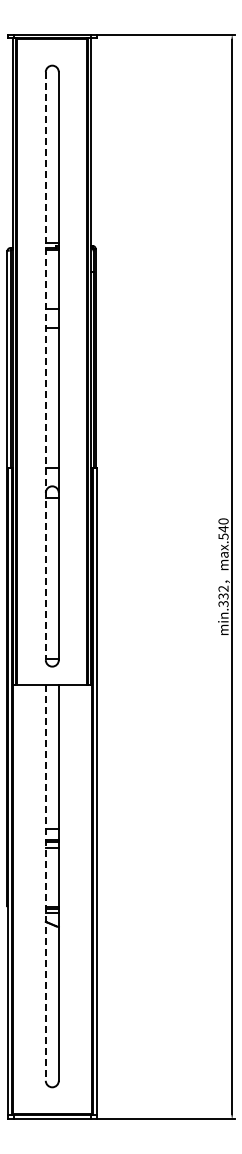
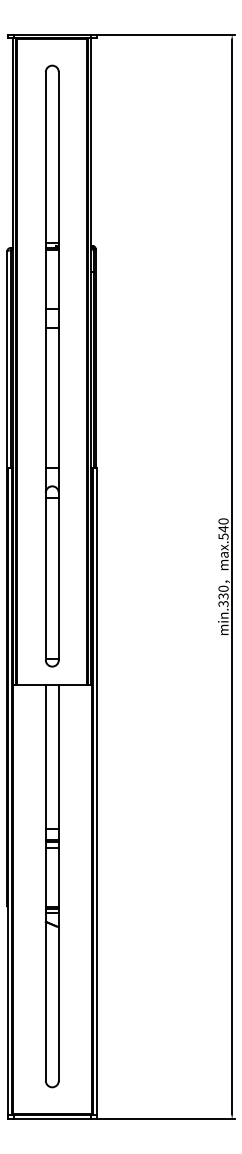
line at (45, 366): dashed -> solid
text at (223, 588): min.332 -> min.330
line at (45, 883): dashed -> solid
